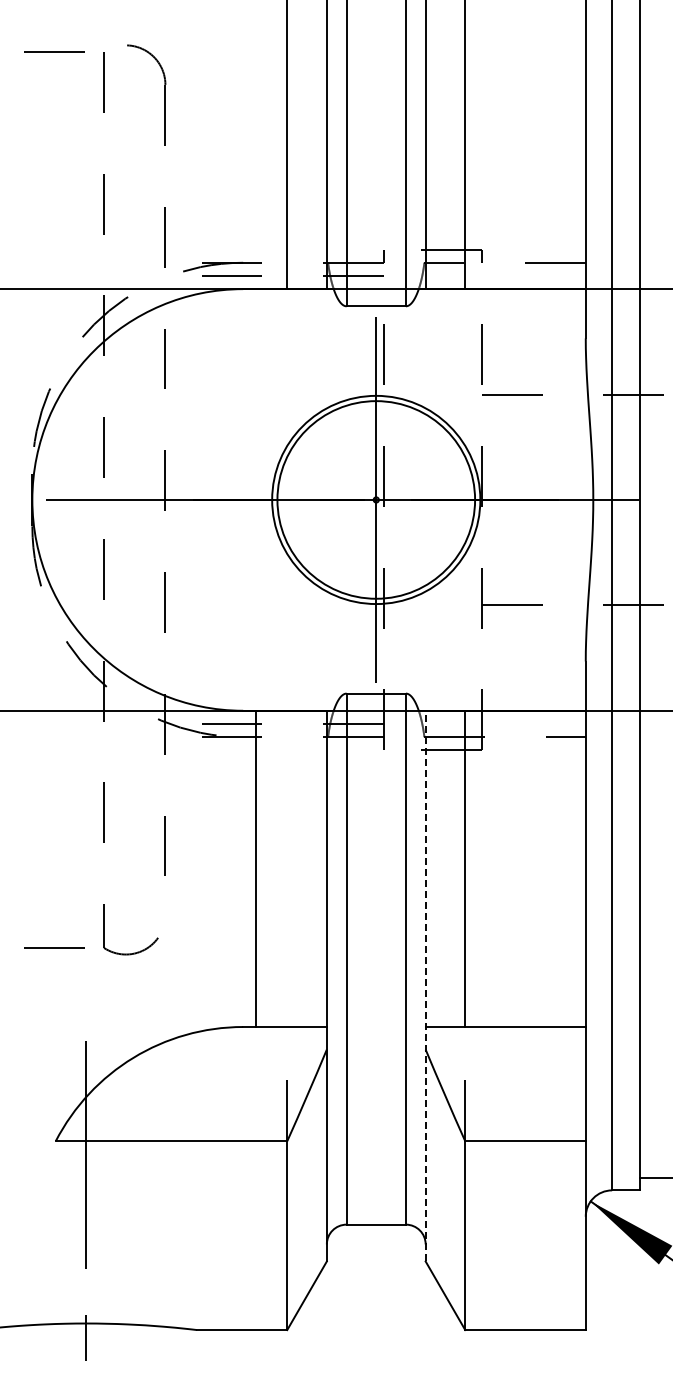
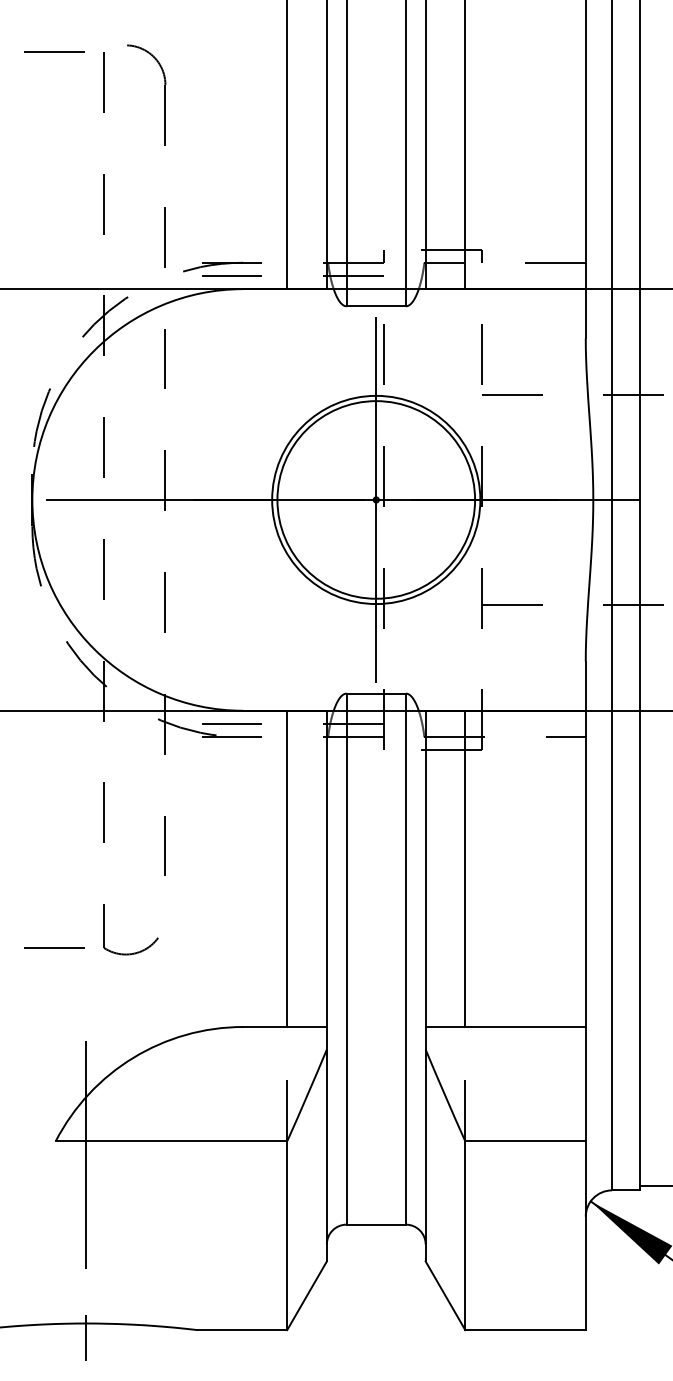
line at (256, 868) position: (256, 868) -> (287, 868)
line at (425, 985): dashed -> solid
line at (654, 1178) position: (654, 1178) -> (654, 1186)
